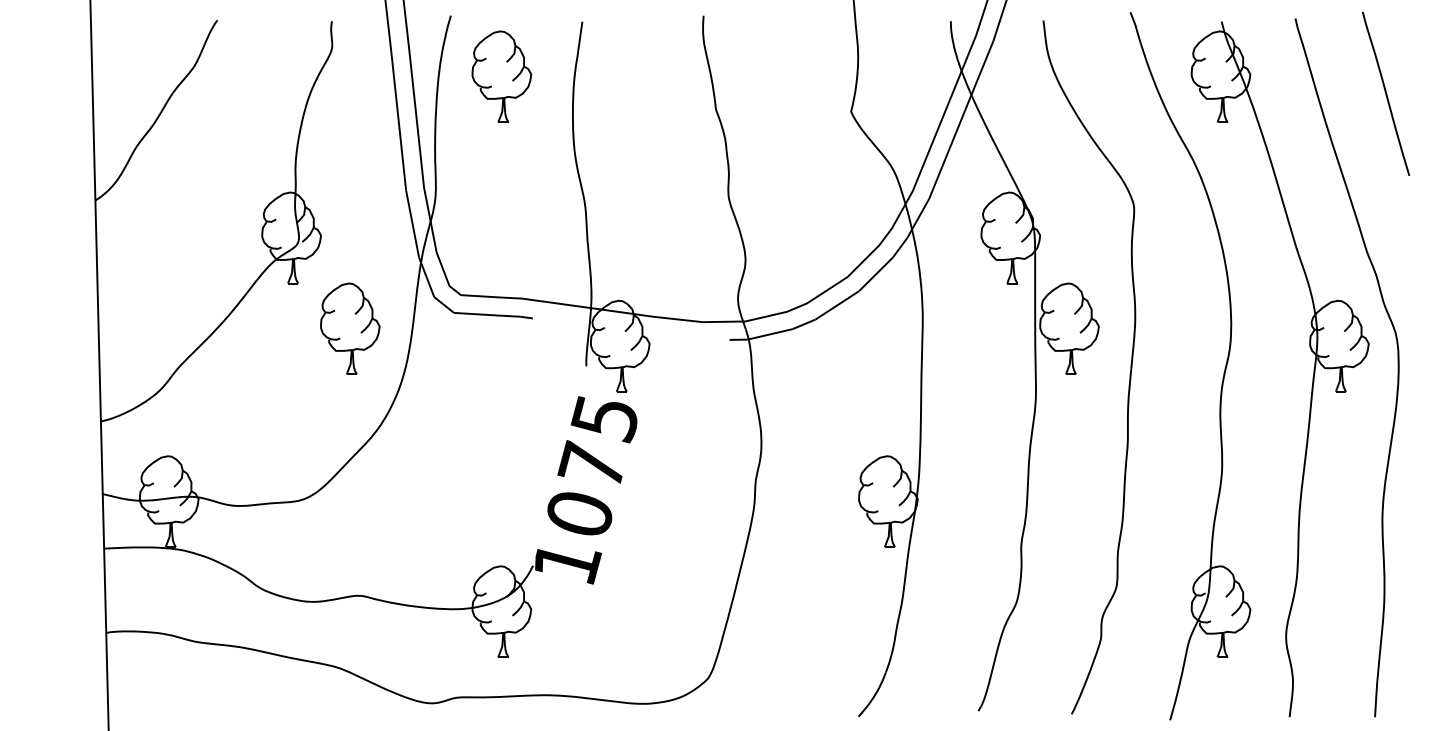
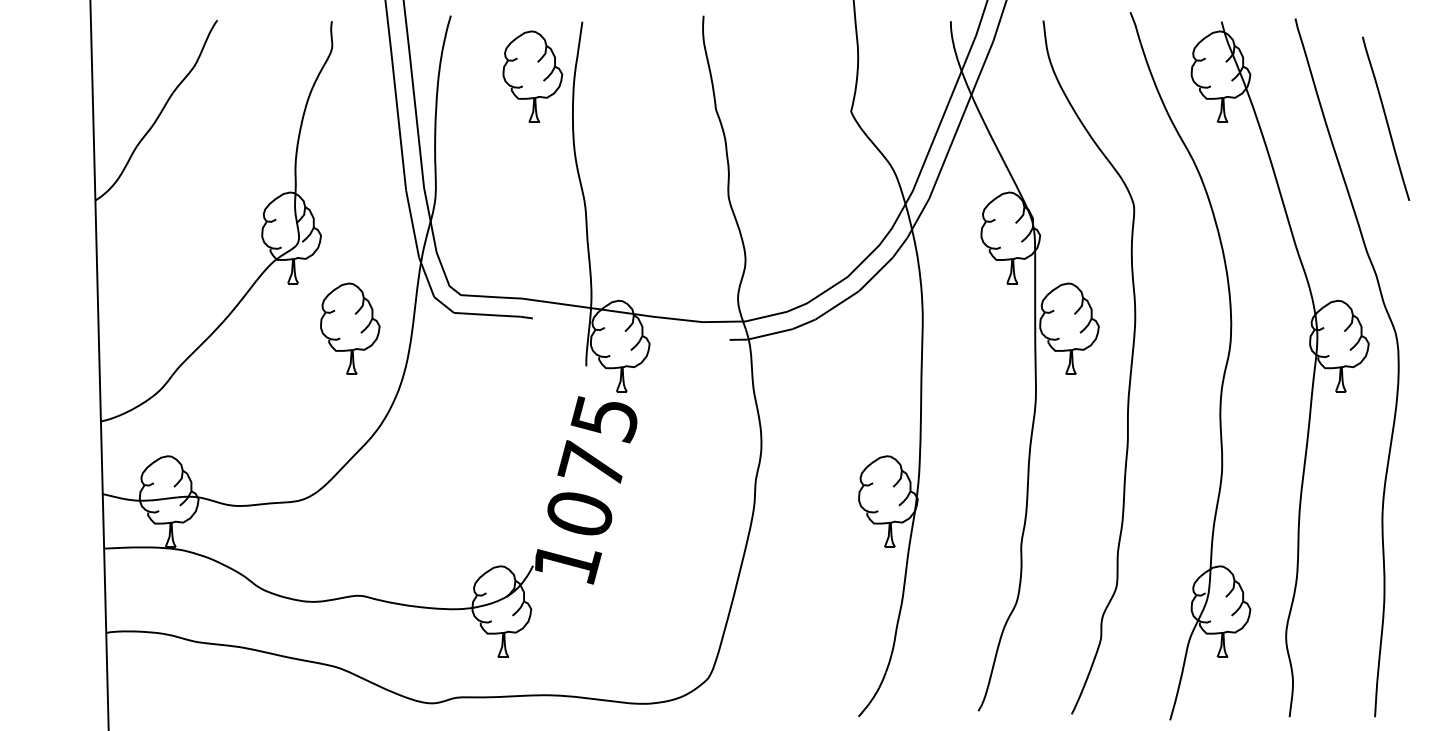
part at (501, 76) position: (501, 76) -> (532, 76)
line at (1386, 93) position: (1386, 93) -> (1386, 118)
